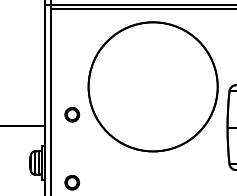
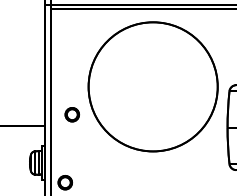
part at (71, 182) position: (71, 182) -> (64, 182)
